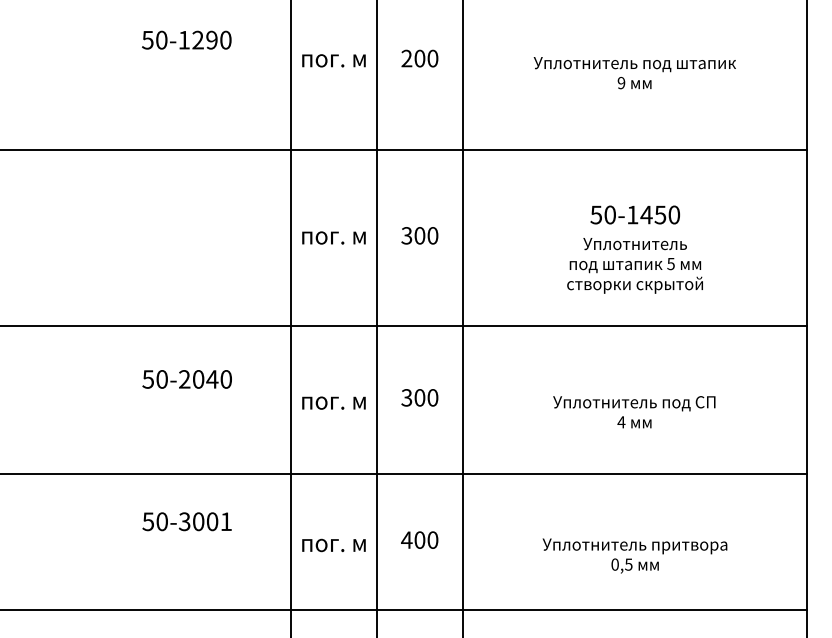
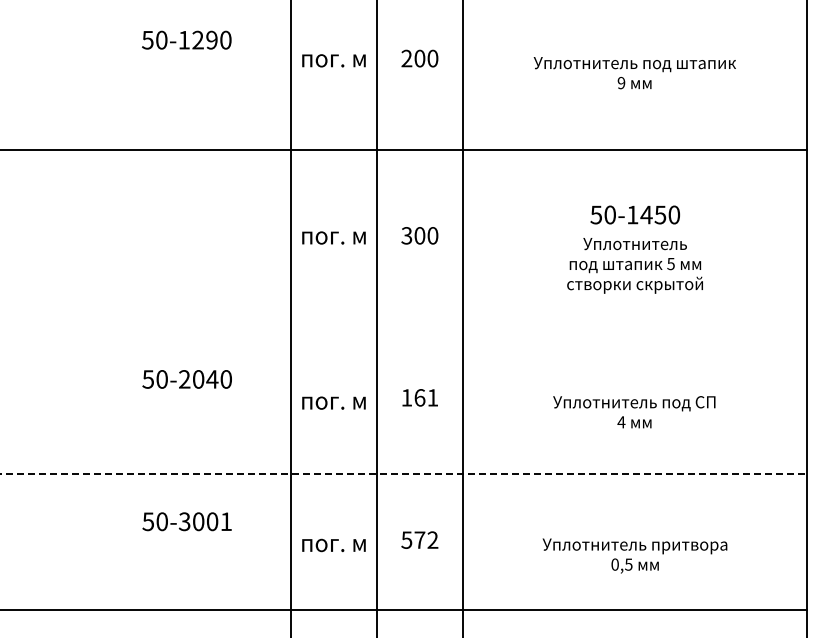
line at (404, 325): present -> none
text at (419, 397): 300 -> 161
line at (404, 474): solid -> dashed
text at (419, 539): 400 -> 572
